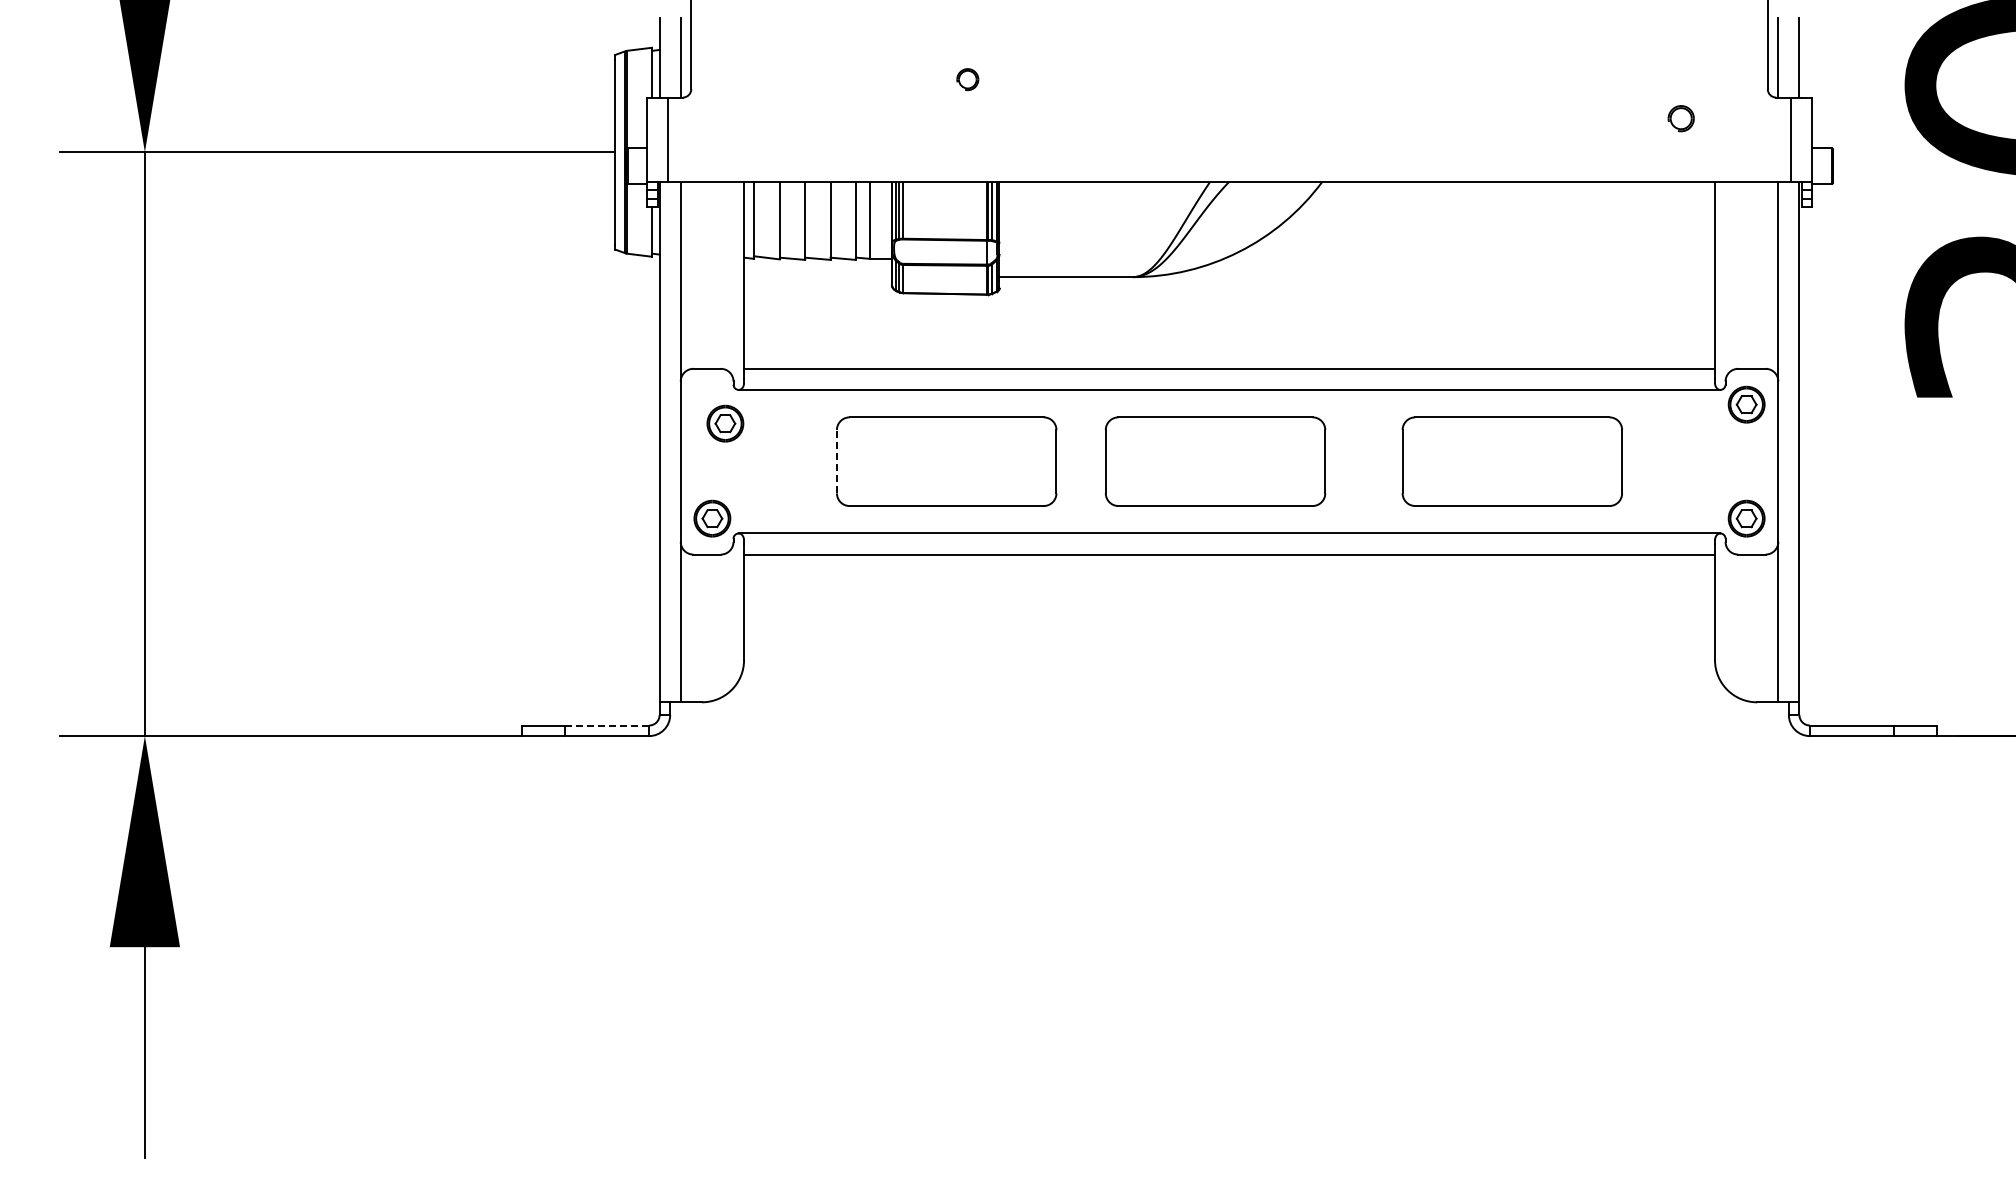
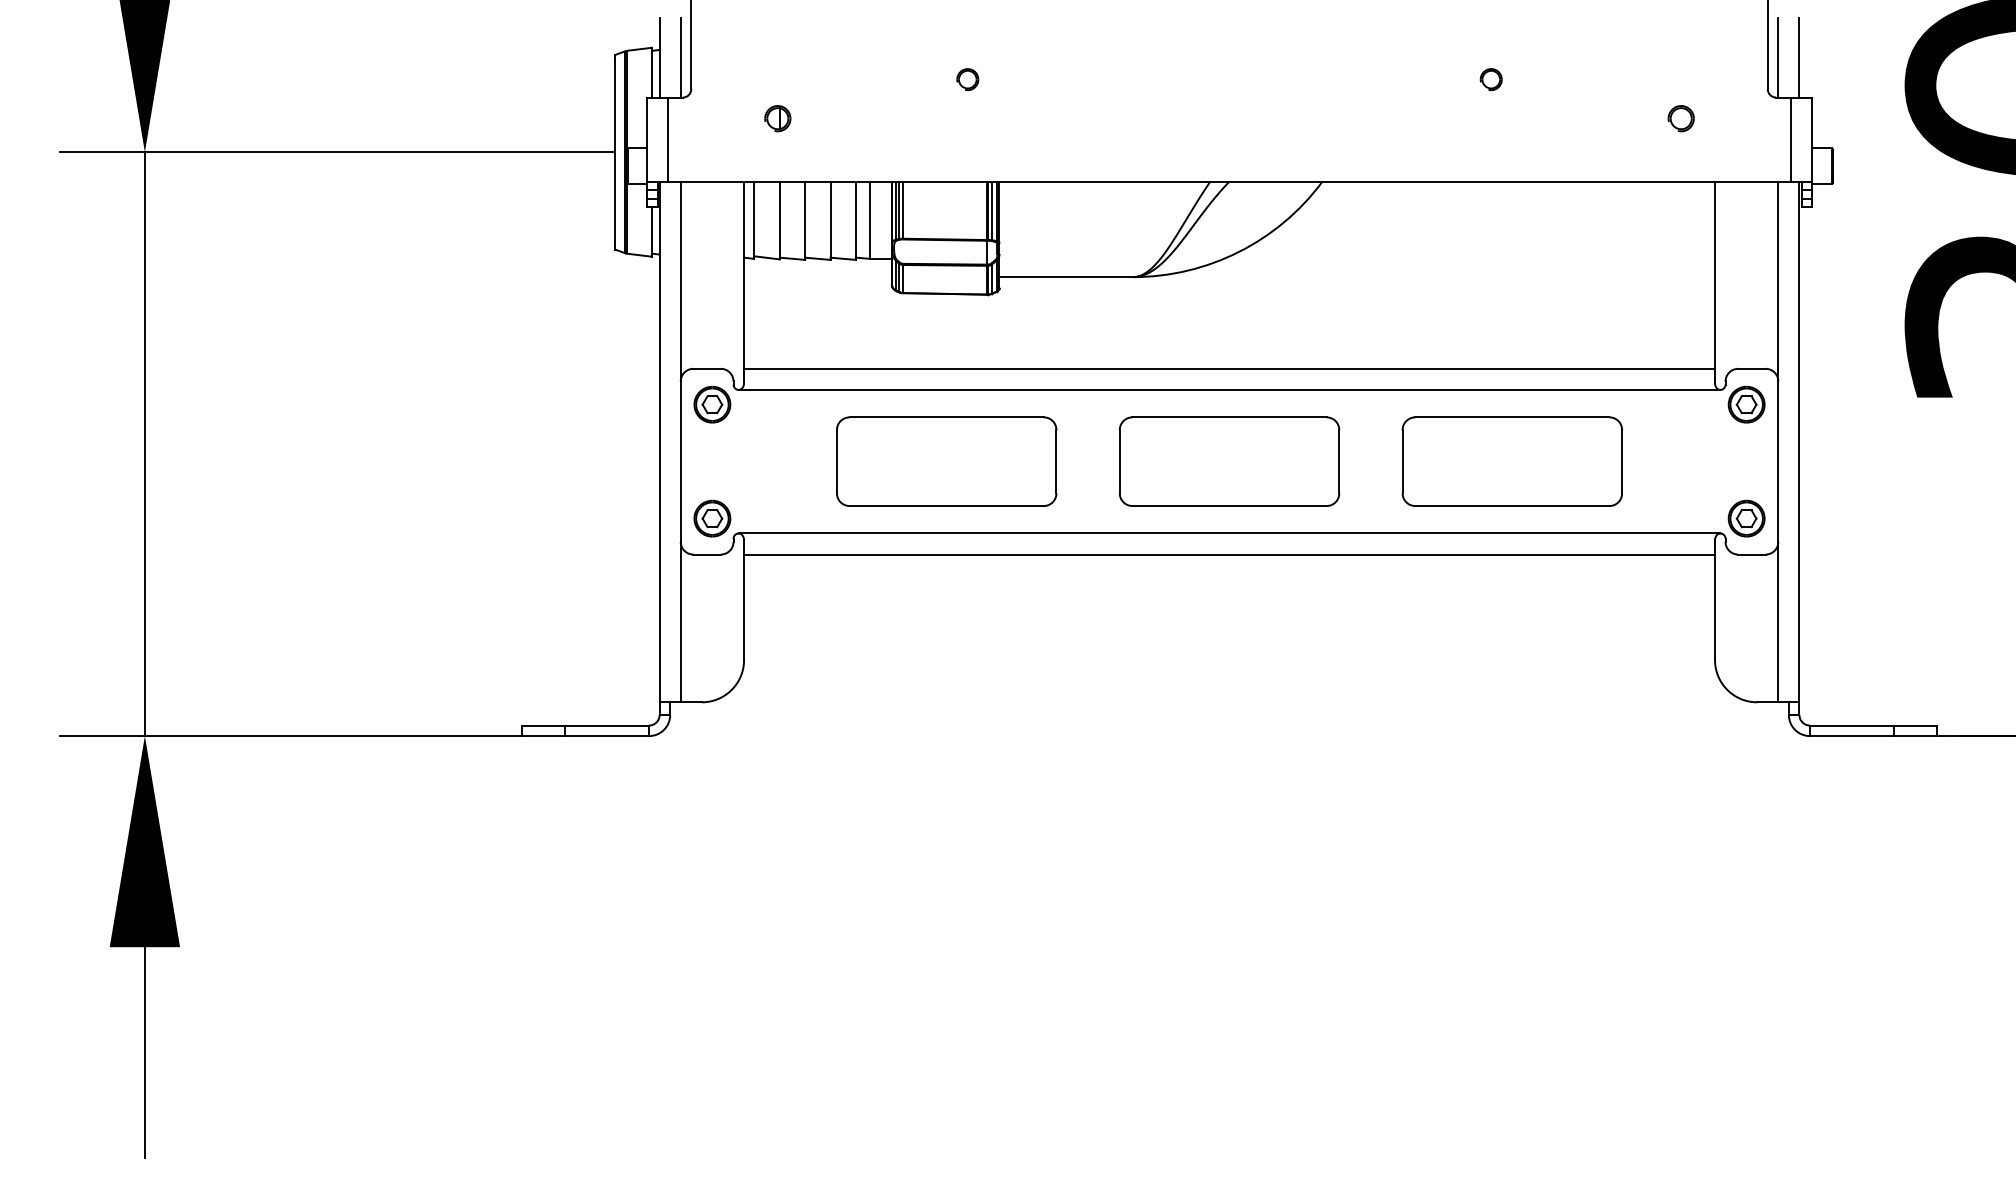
part at (1490, 79): none -> present
part at (777, 118): none -> present
part at (725, 423) position: (725, 423) -> (712, 404)
line at (836, 461): dashed -> solid
part at (1215, 461) position: (1215, 461) -> (1229, 461)
line at (606, 725): dashed -> solid
